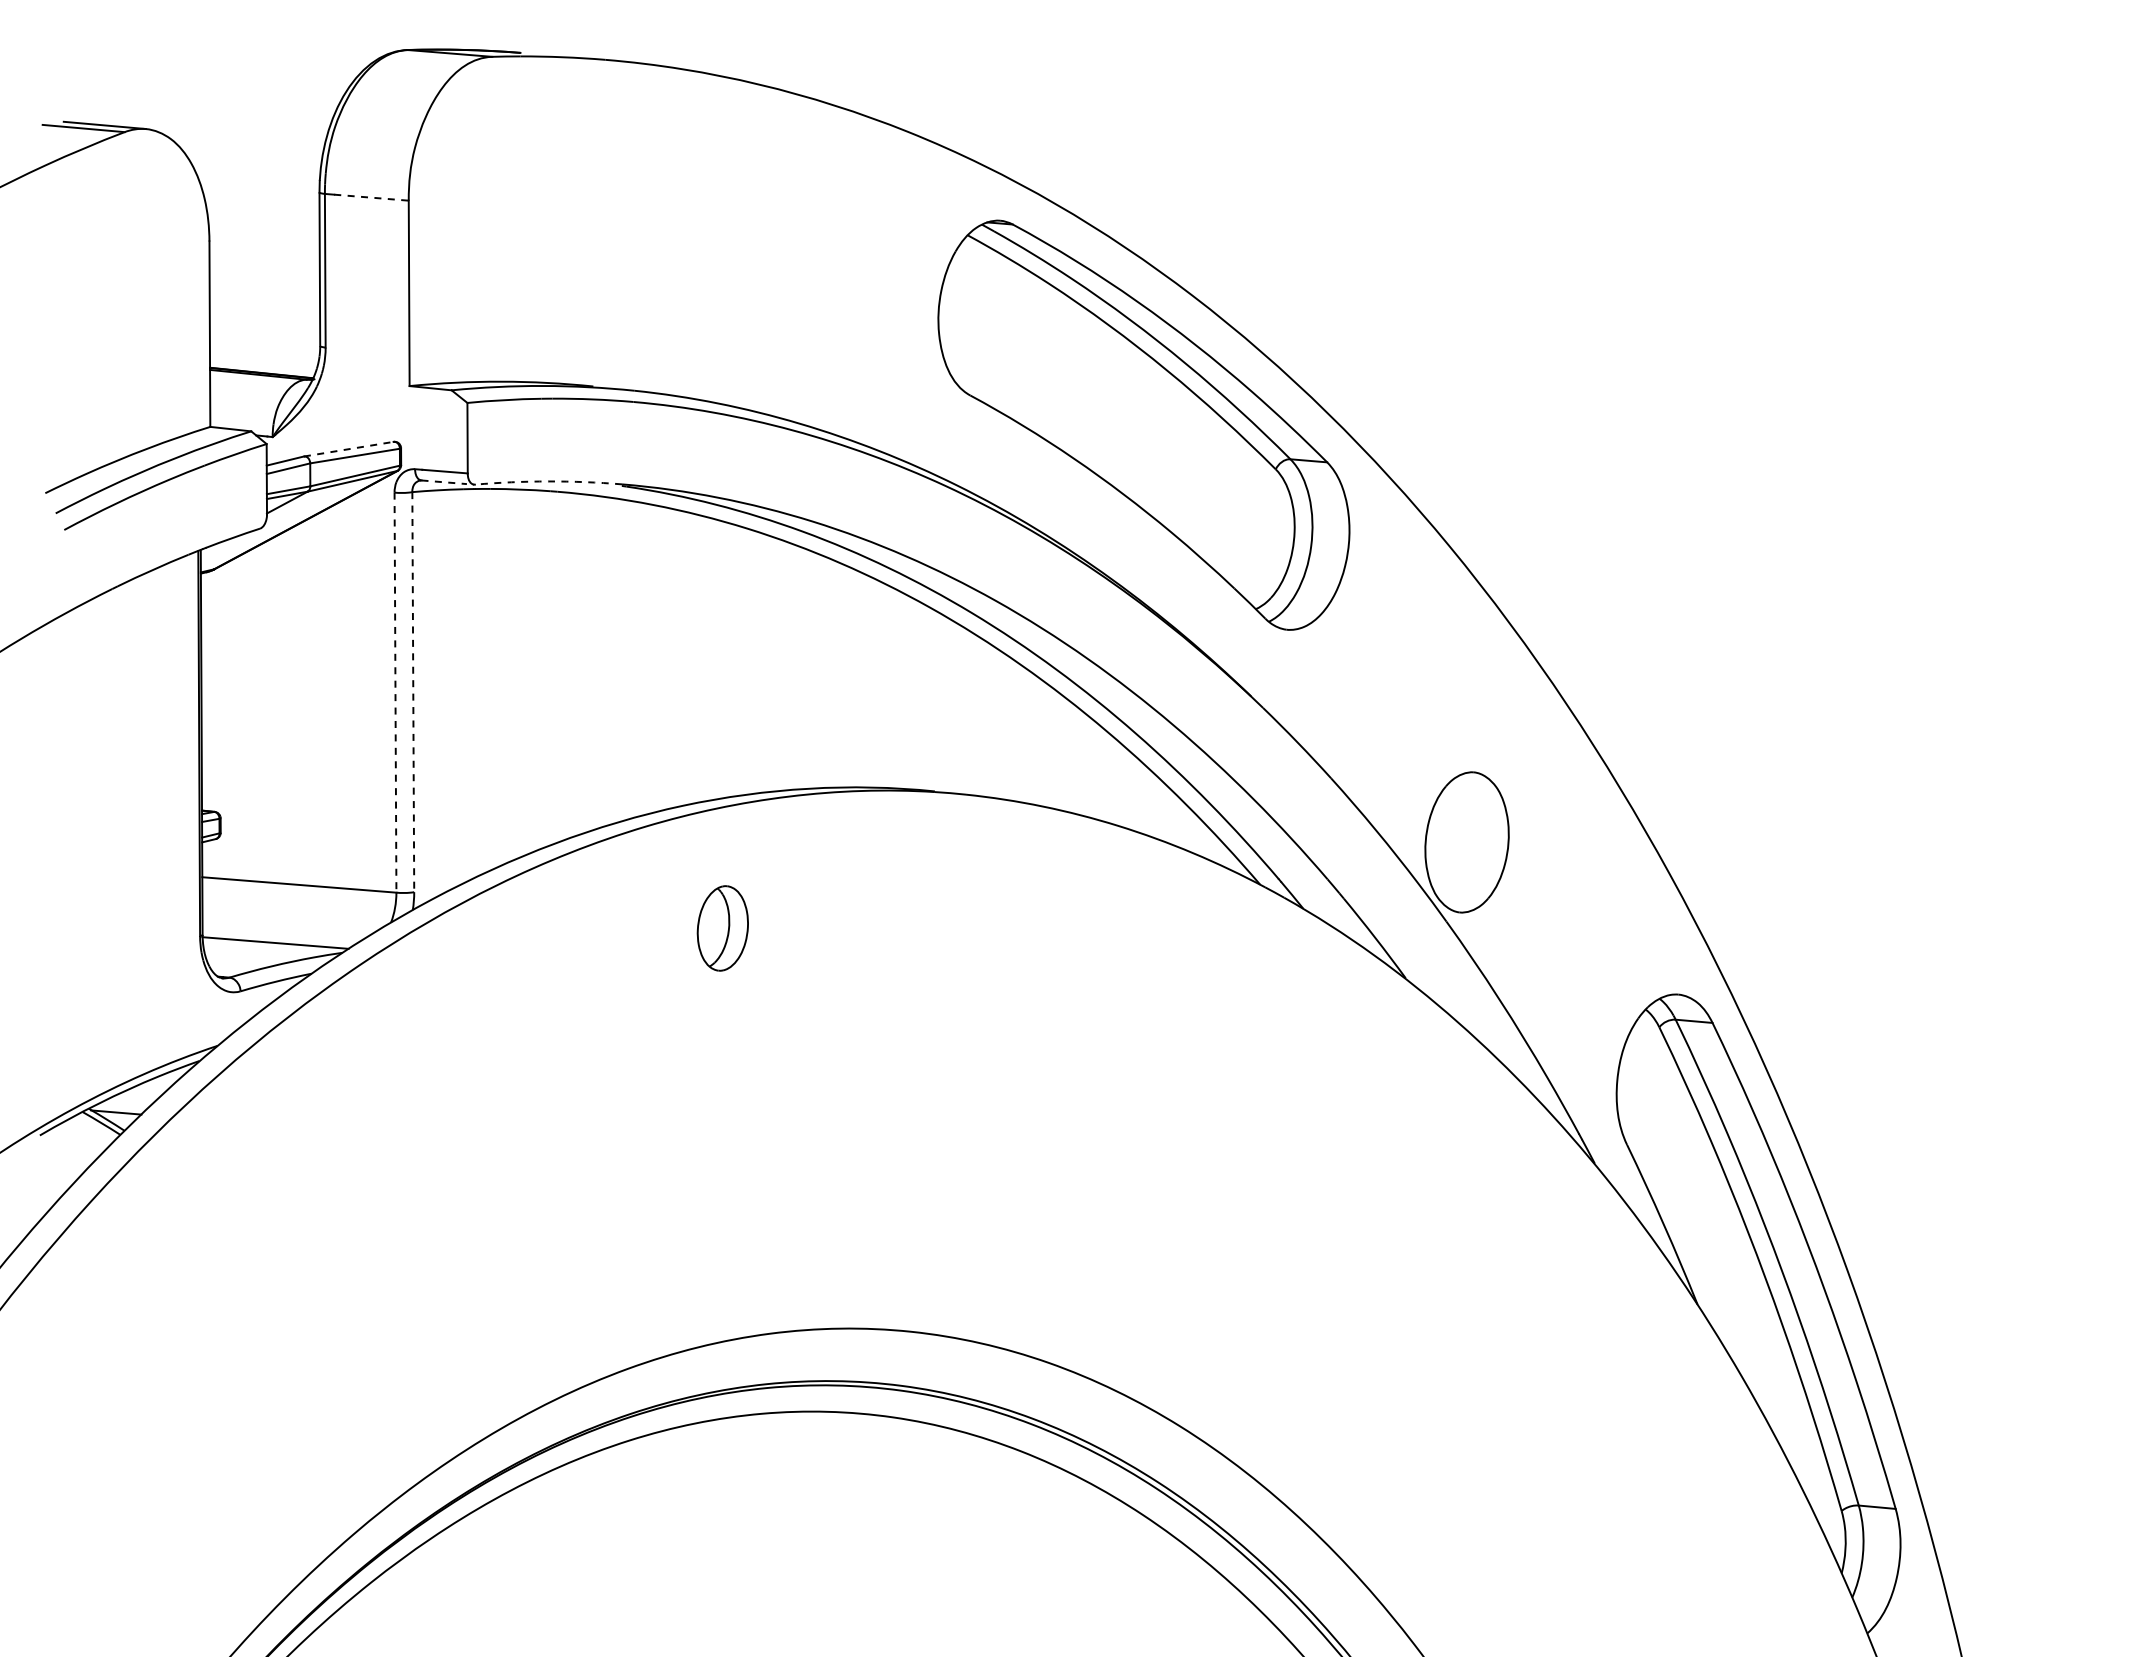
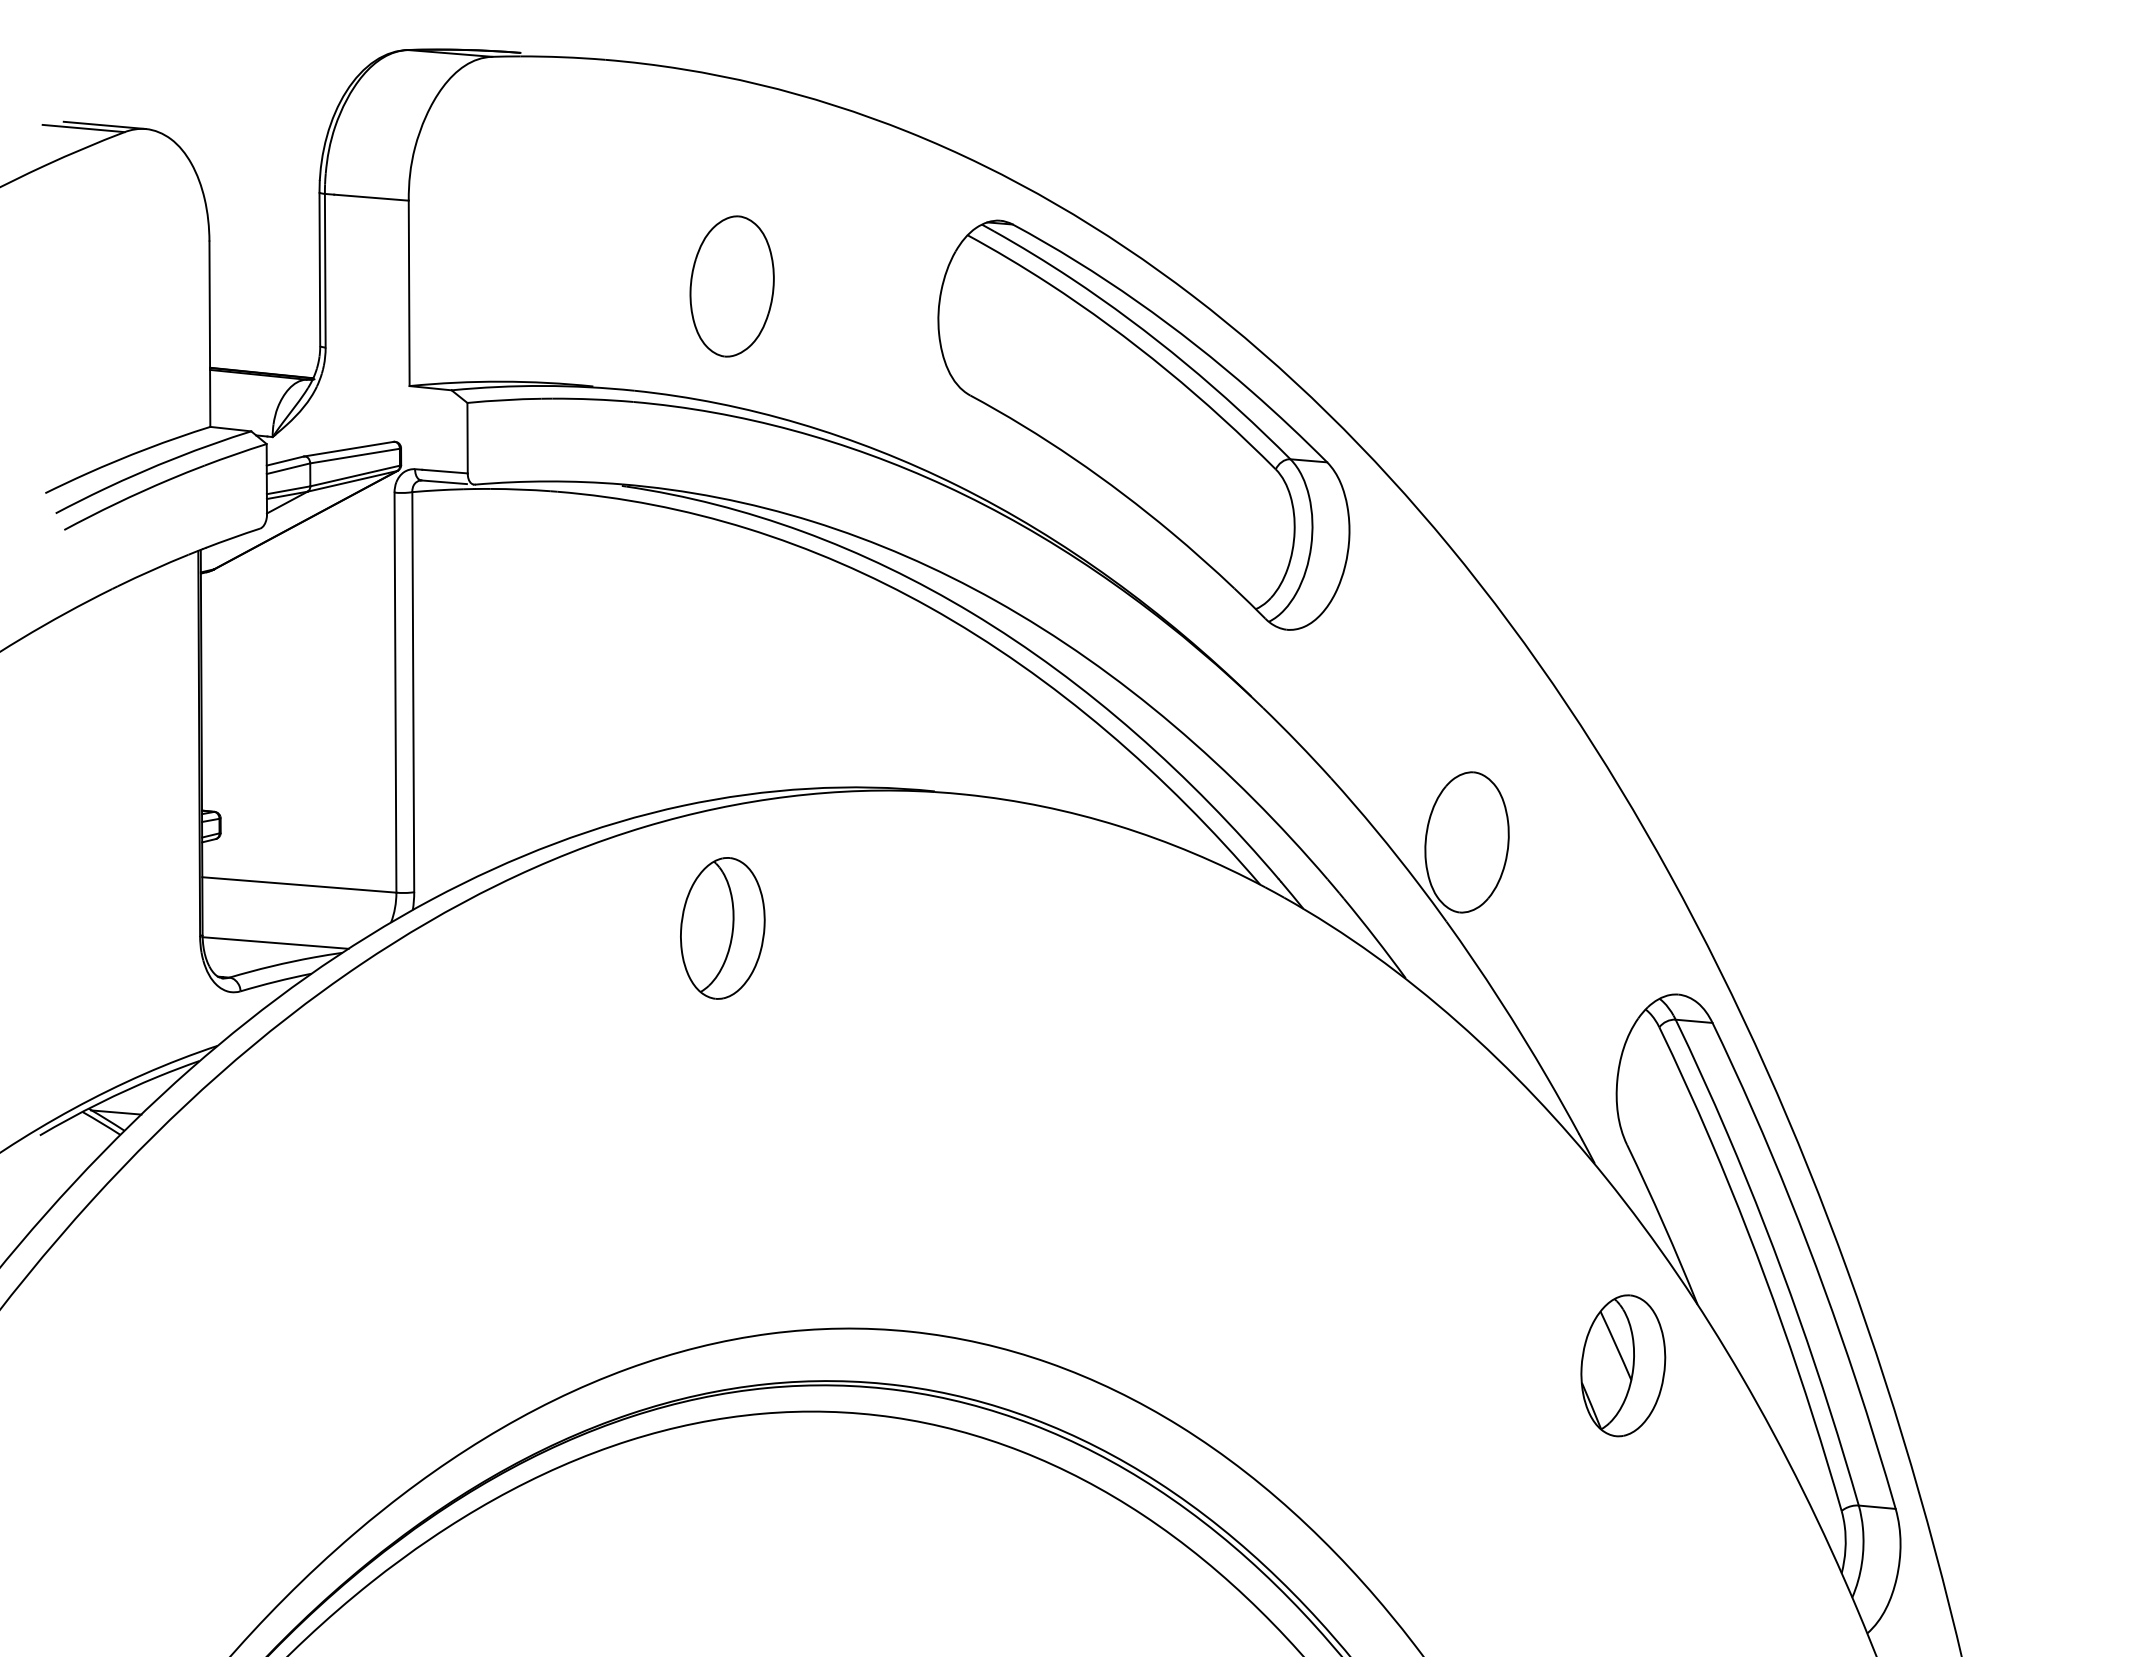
line at (372, 197): dashed -> solid
part at (731, 286): none -> present
line at (349, 449): dashed -> solid
arc at (548, 481): dashed -> solid
line at (444, 482): dashed -> solid
line at (413, 692): dashed -> solid
line at (395, 693): dashed -> solid
part at (722, 928) size: 53x87 px -> 86x143 px
part at (1623, 1365): none -> present
